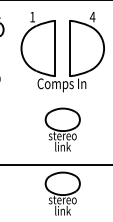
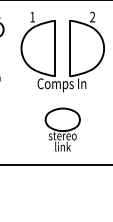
text at (92, 16): 4 -> 2
part at (62, 193): present -> none
